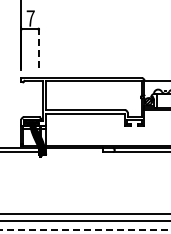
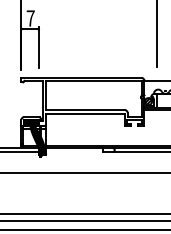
line at (156, 34): none -> present
line at (38, 47): dashed -> solid
line at (84, 172): none -> present
line at (85, 229): dashed -> solid
